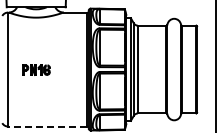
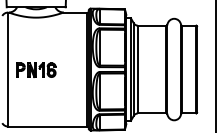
part at (36, 69) size: 29x12 px -> 41x16 px
line at (47, 126): dashed -> solid
